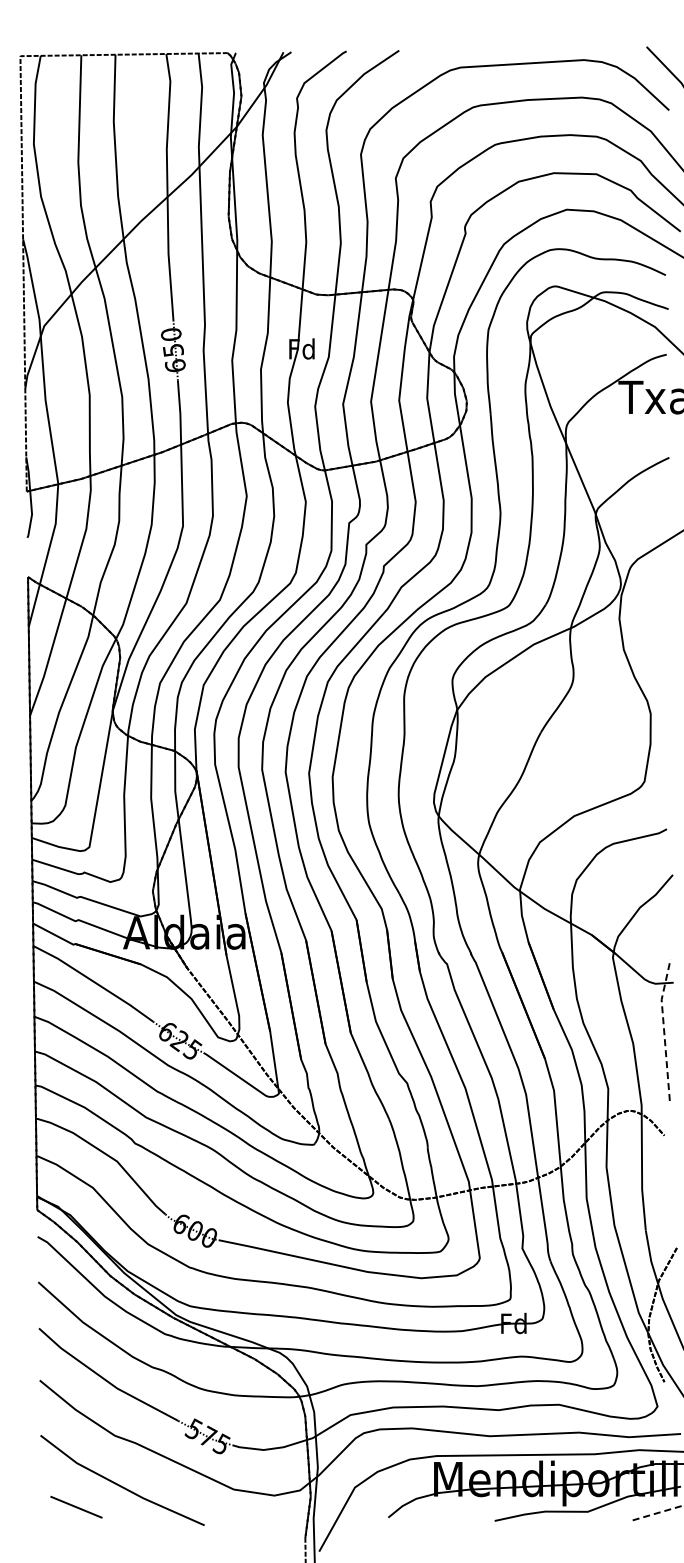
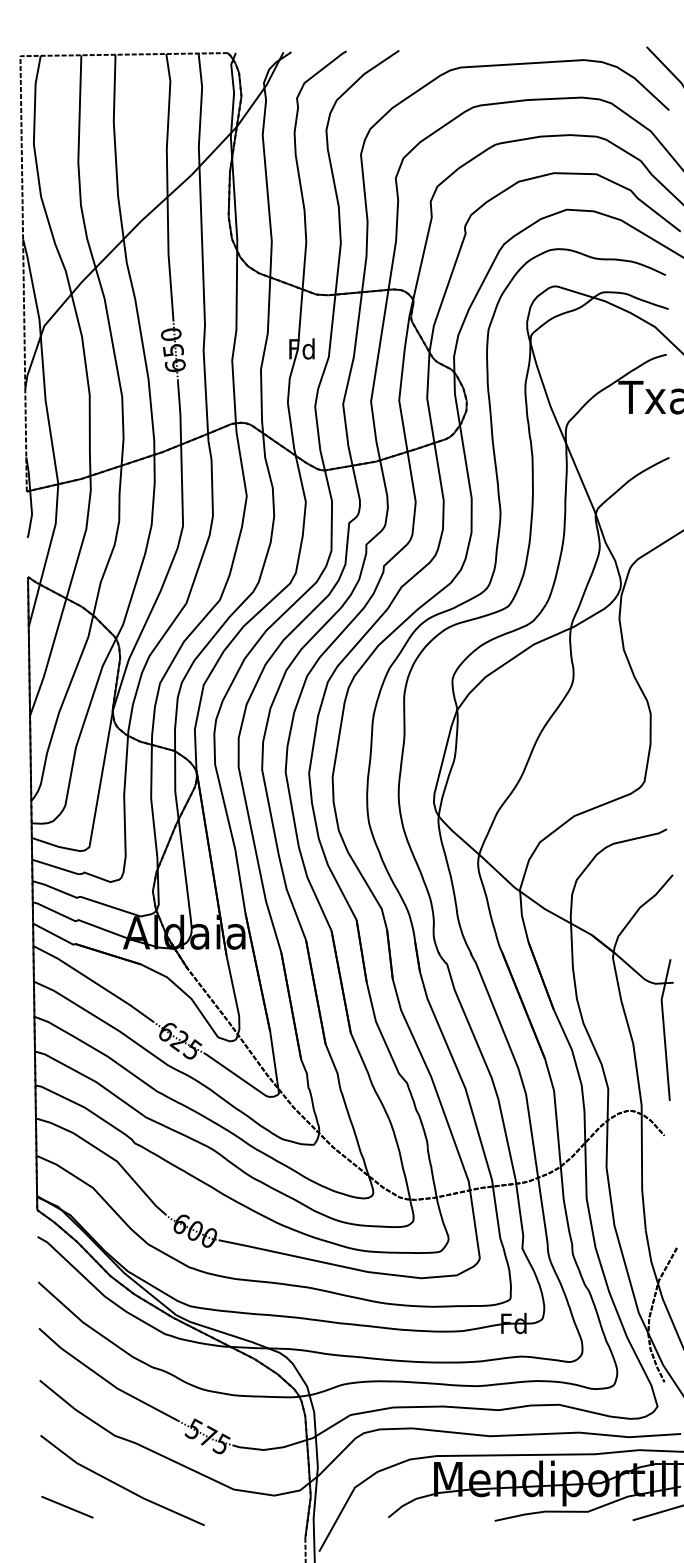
line at (663, 1028): dashed -> solid
line at (76, 1507) position: (76, 1507) -> (67, 1507)
line at (658, 1512): dashed -> solid
